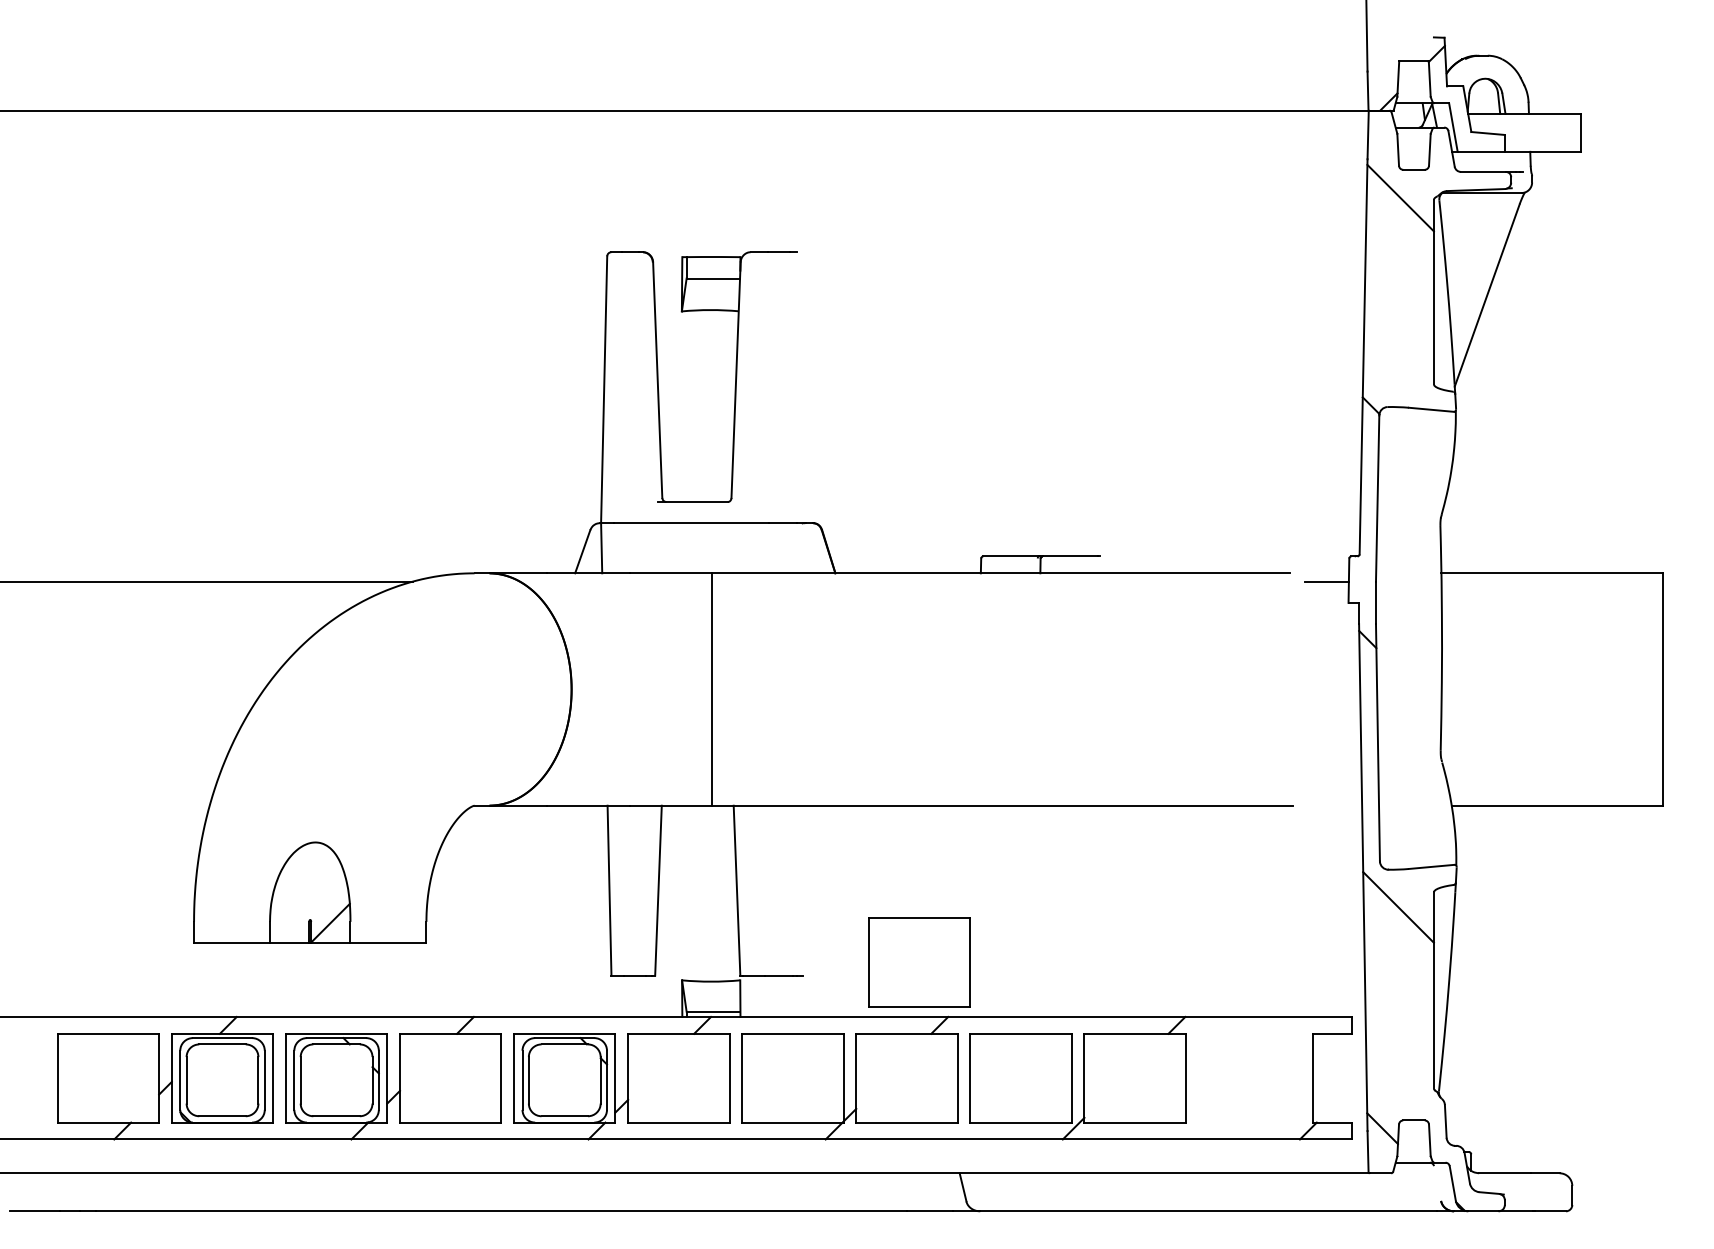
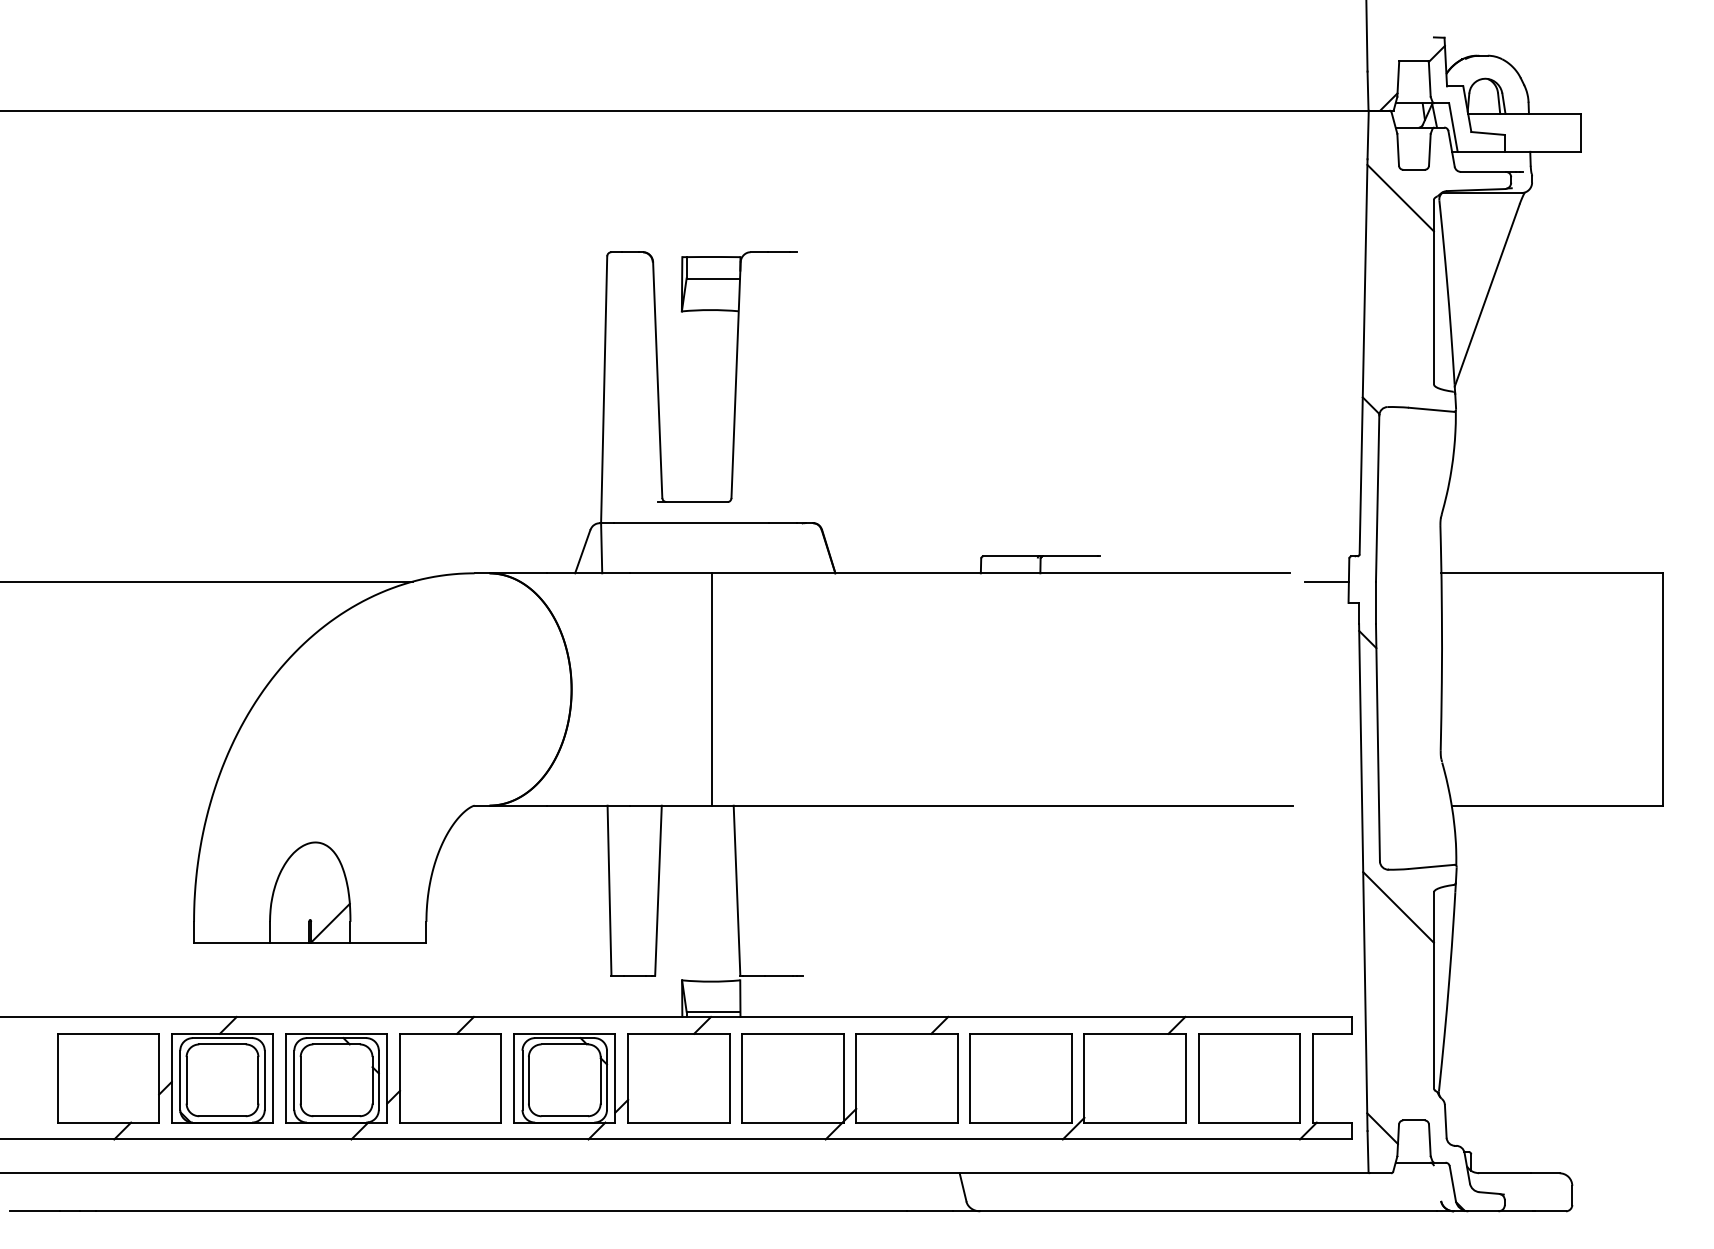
part at (919, 962) position: (919, 962) -> (1249, 1078)
